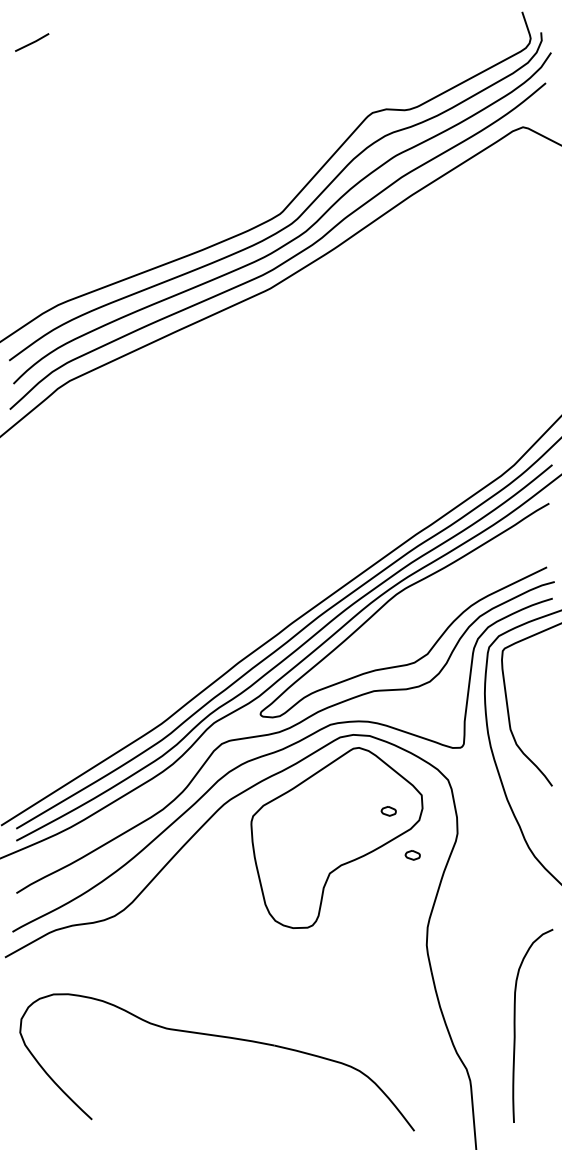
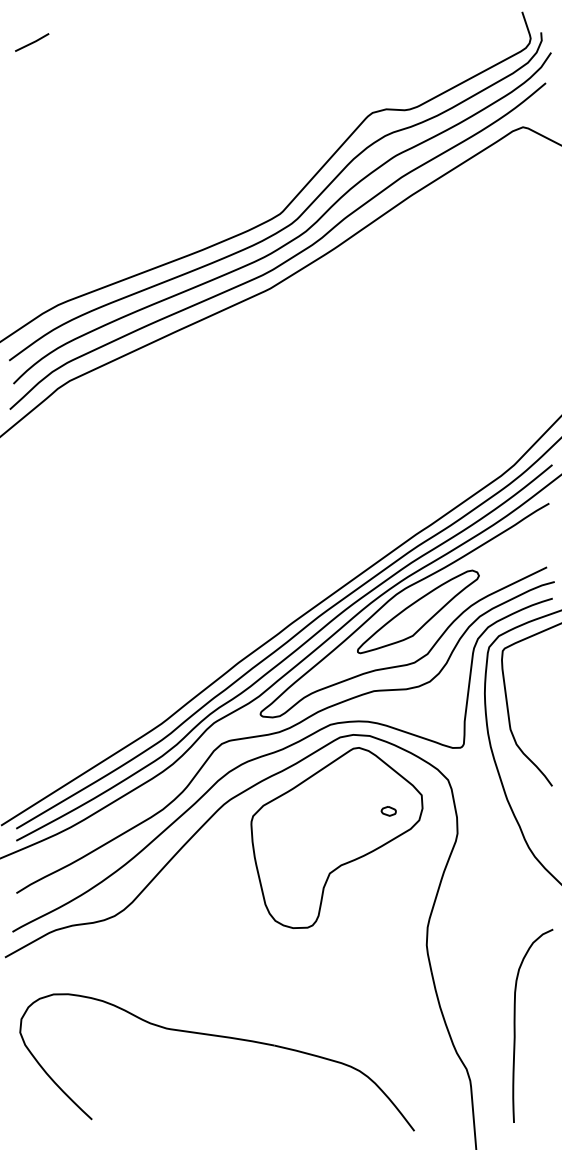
part at (418, 611): none -> present
part at (412, 855): present -> none
